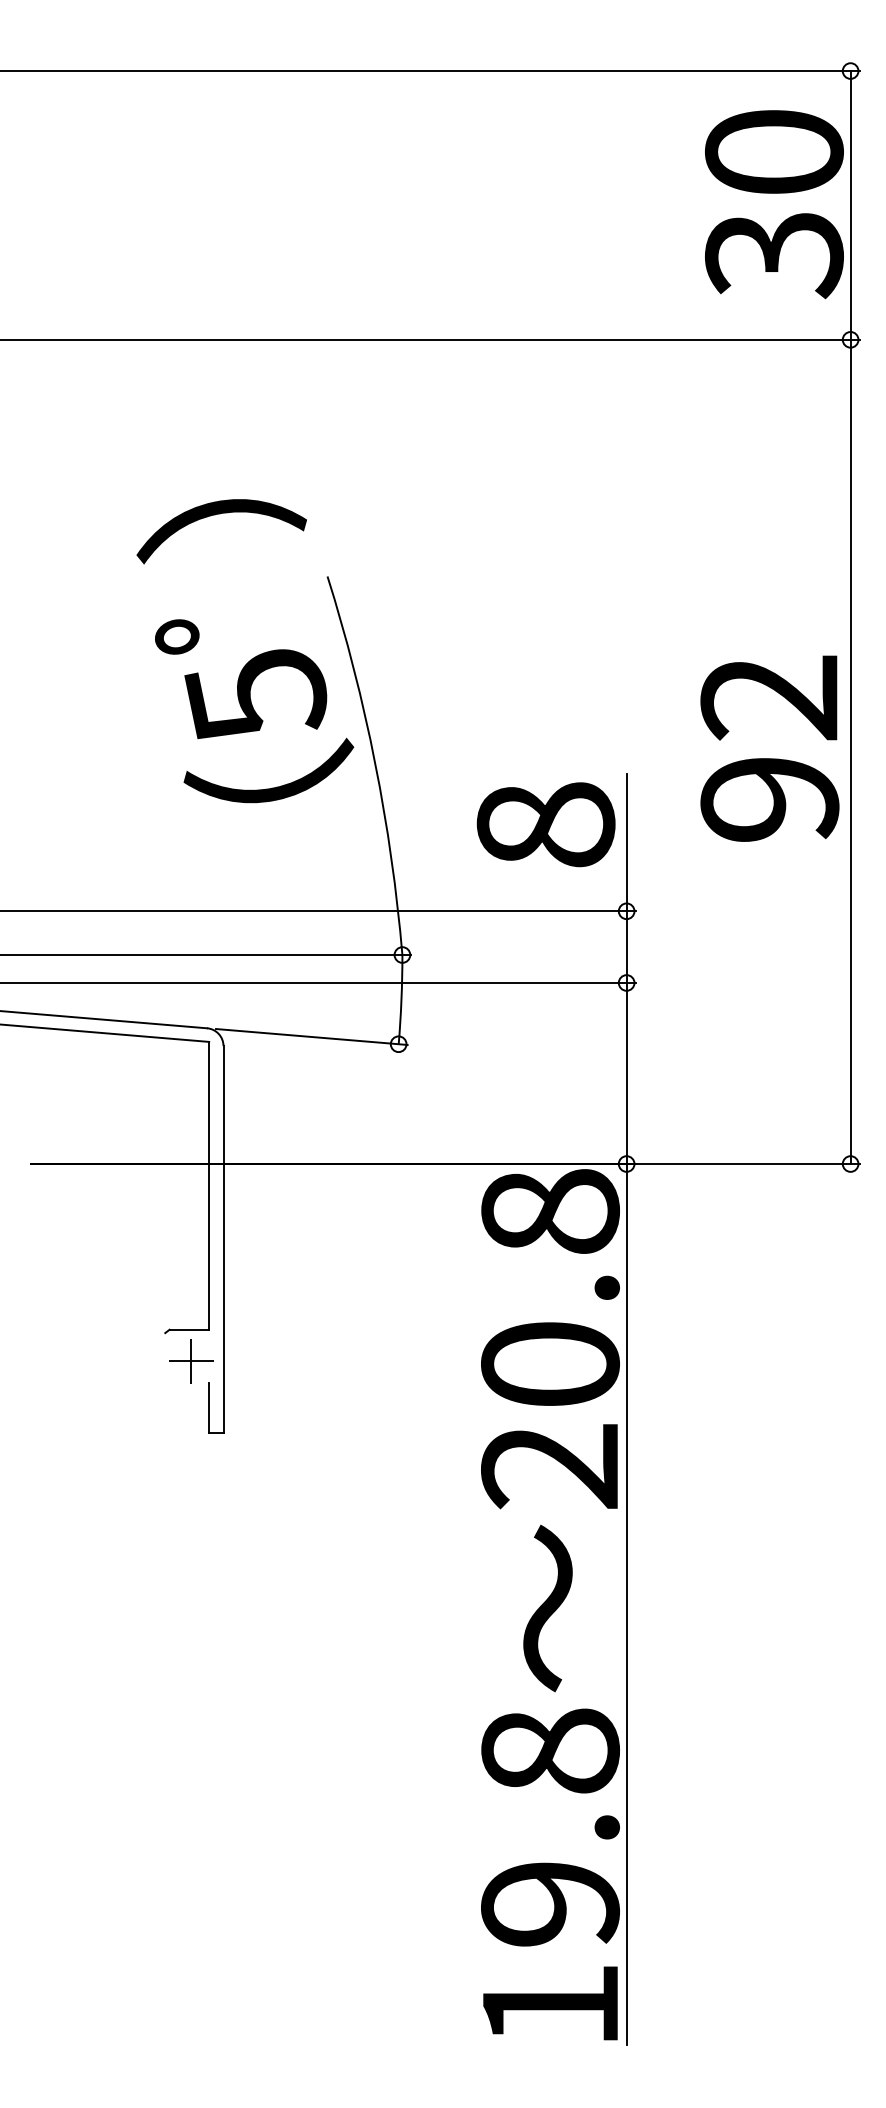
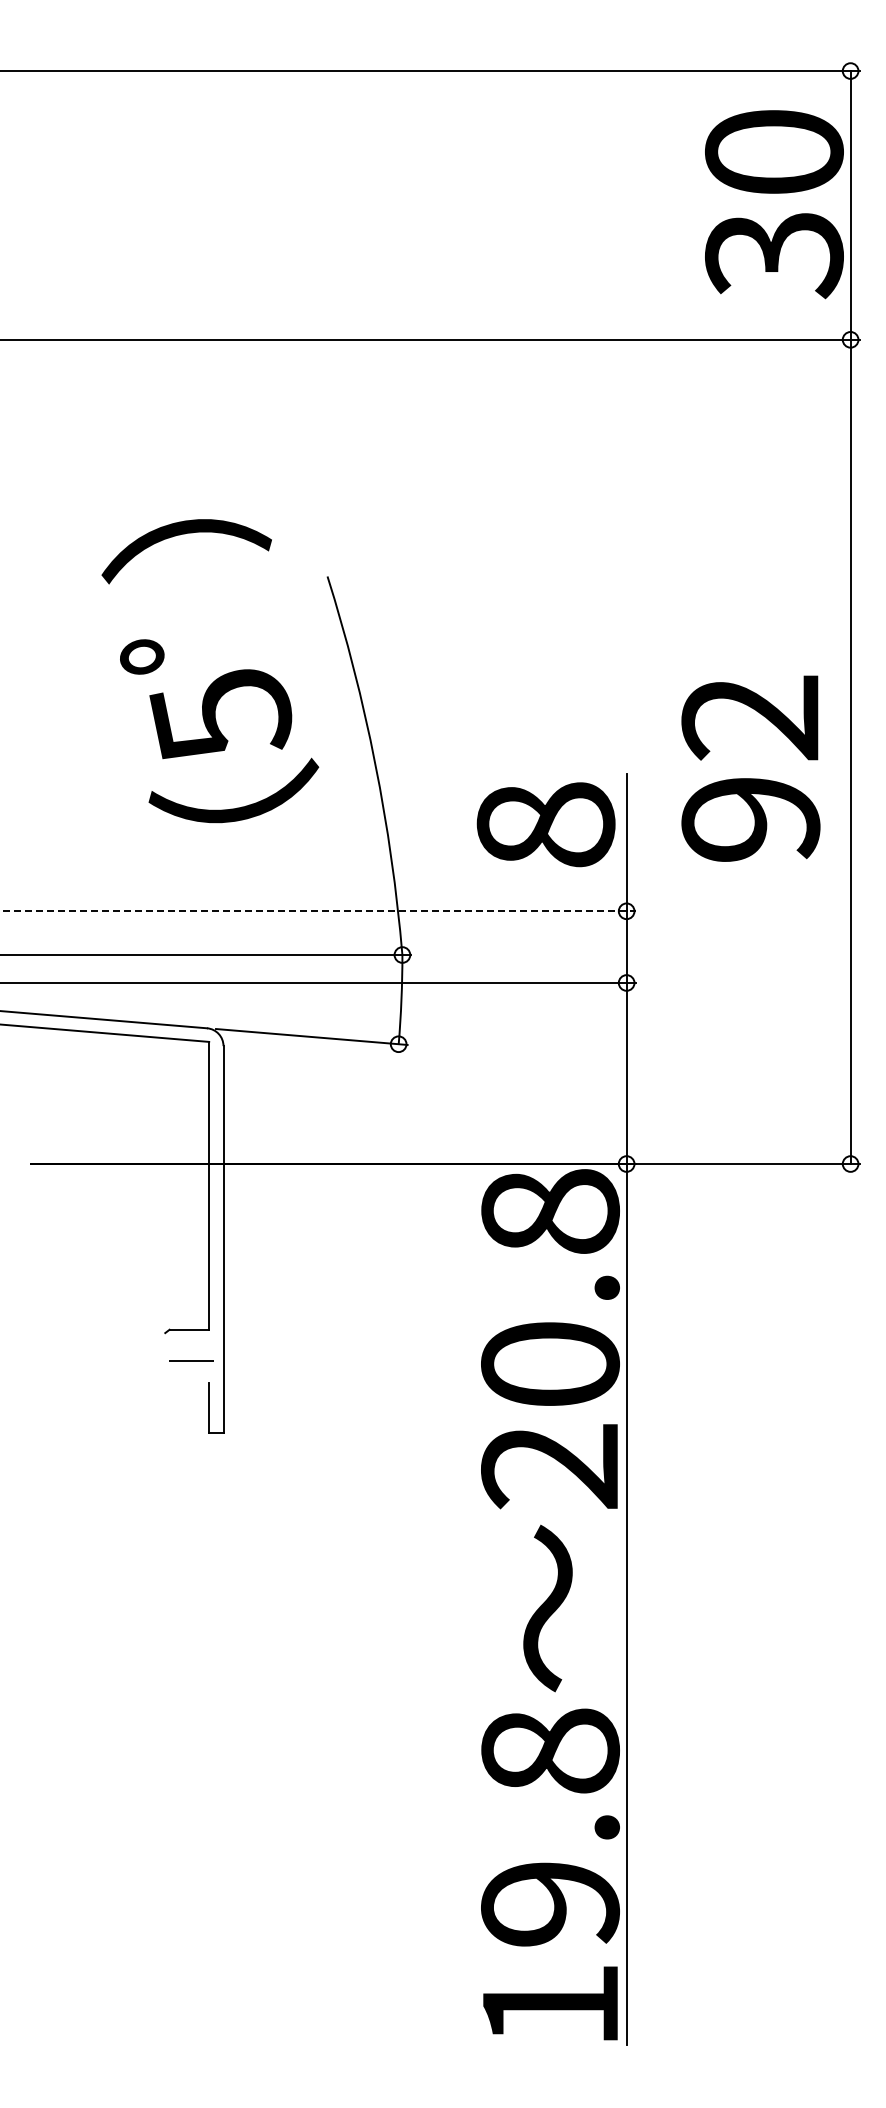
text at (245, 651) position: (245, 651) -> (210, 671)
text at (769, 748) position: (769, 748) -> (750, 768)
line at (317, 911): solid -> dashed
line at (191, 1360): present -> none
